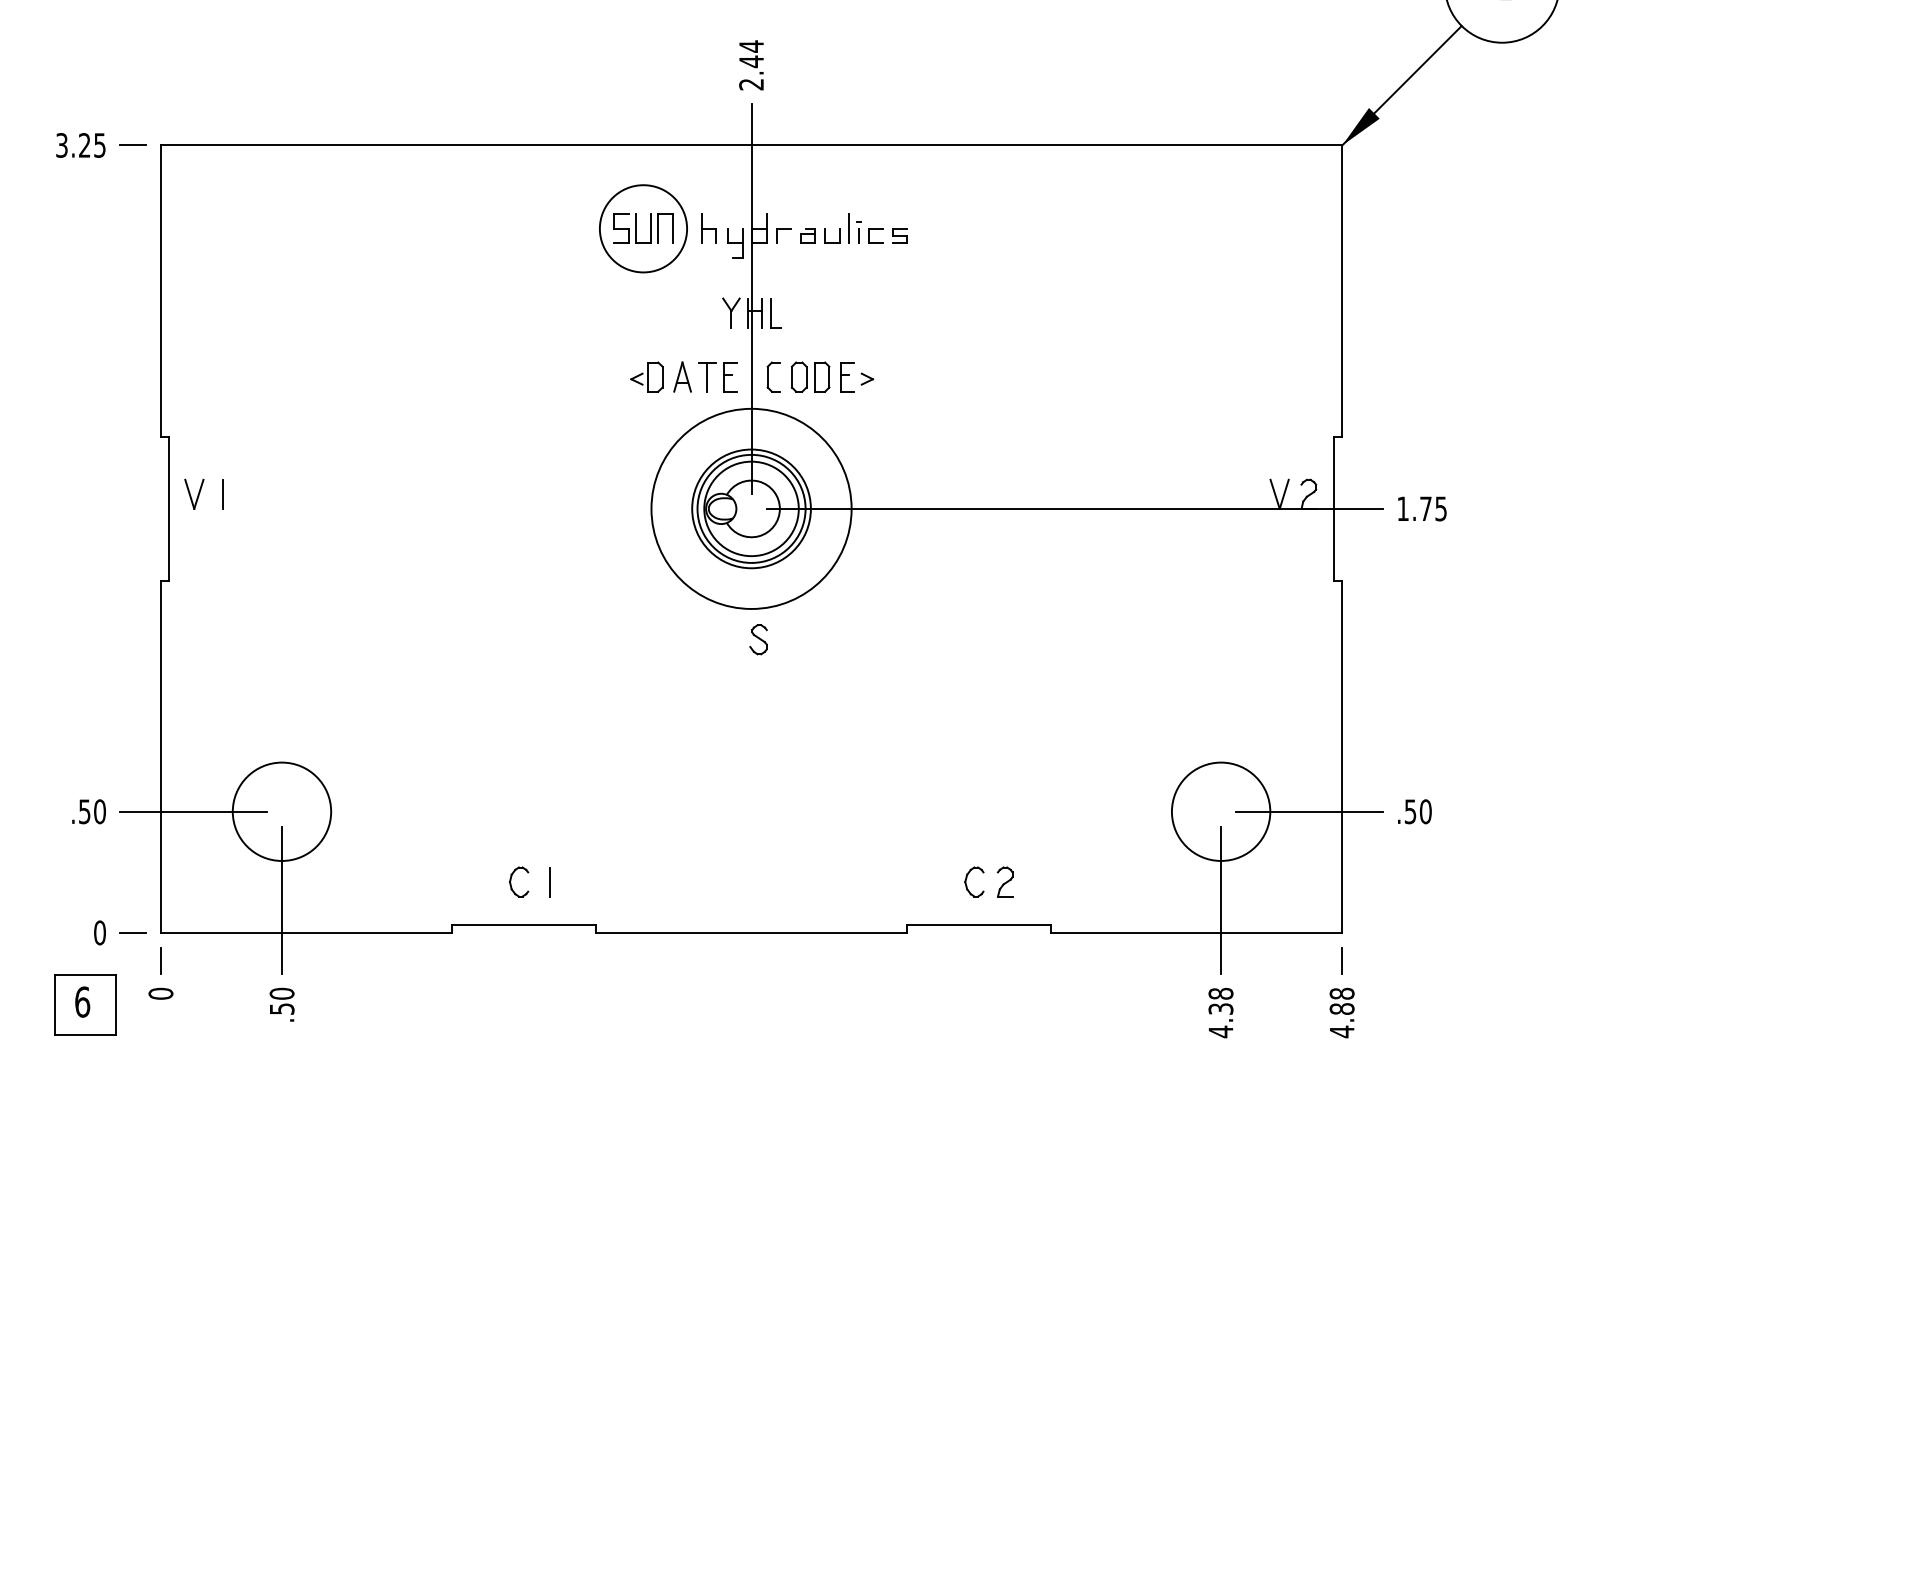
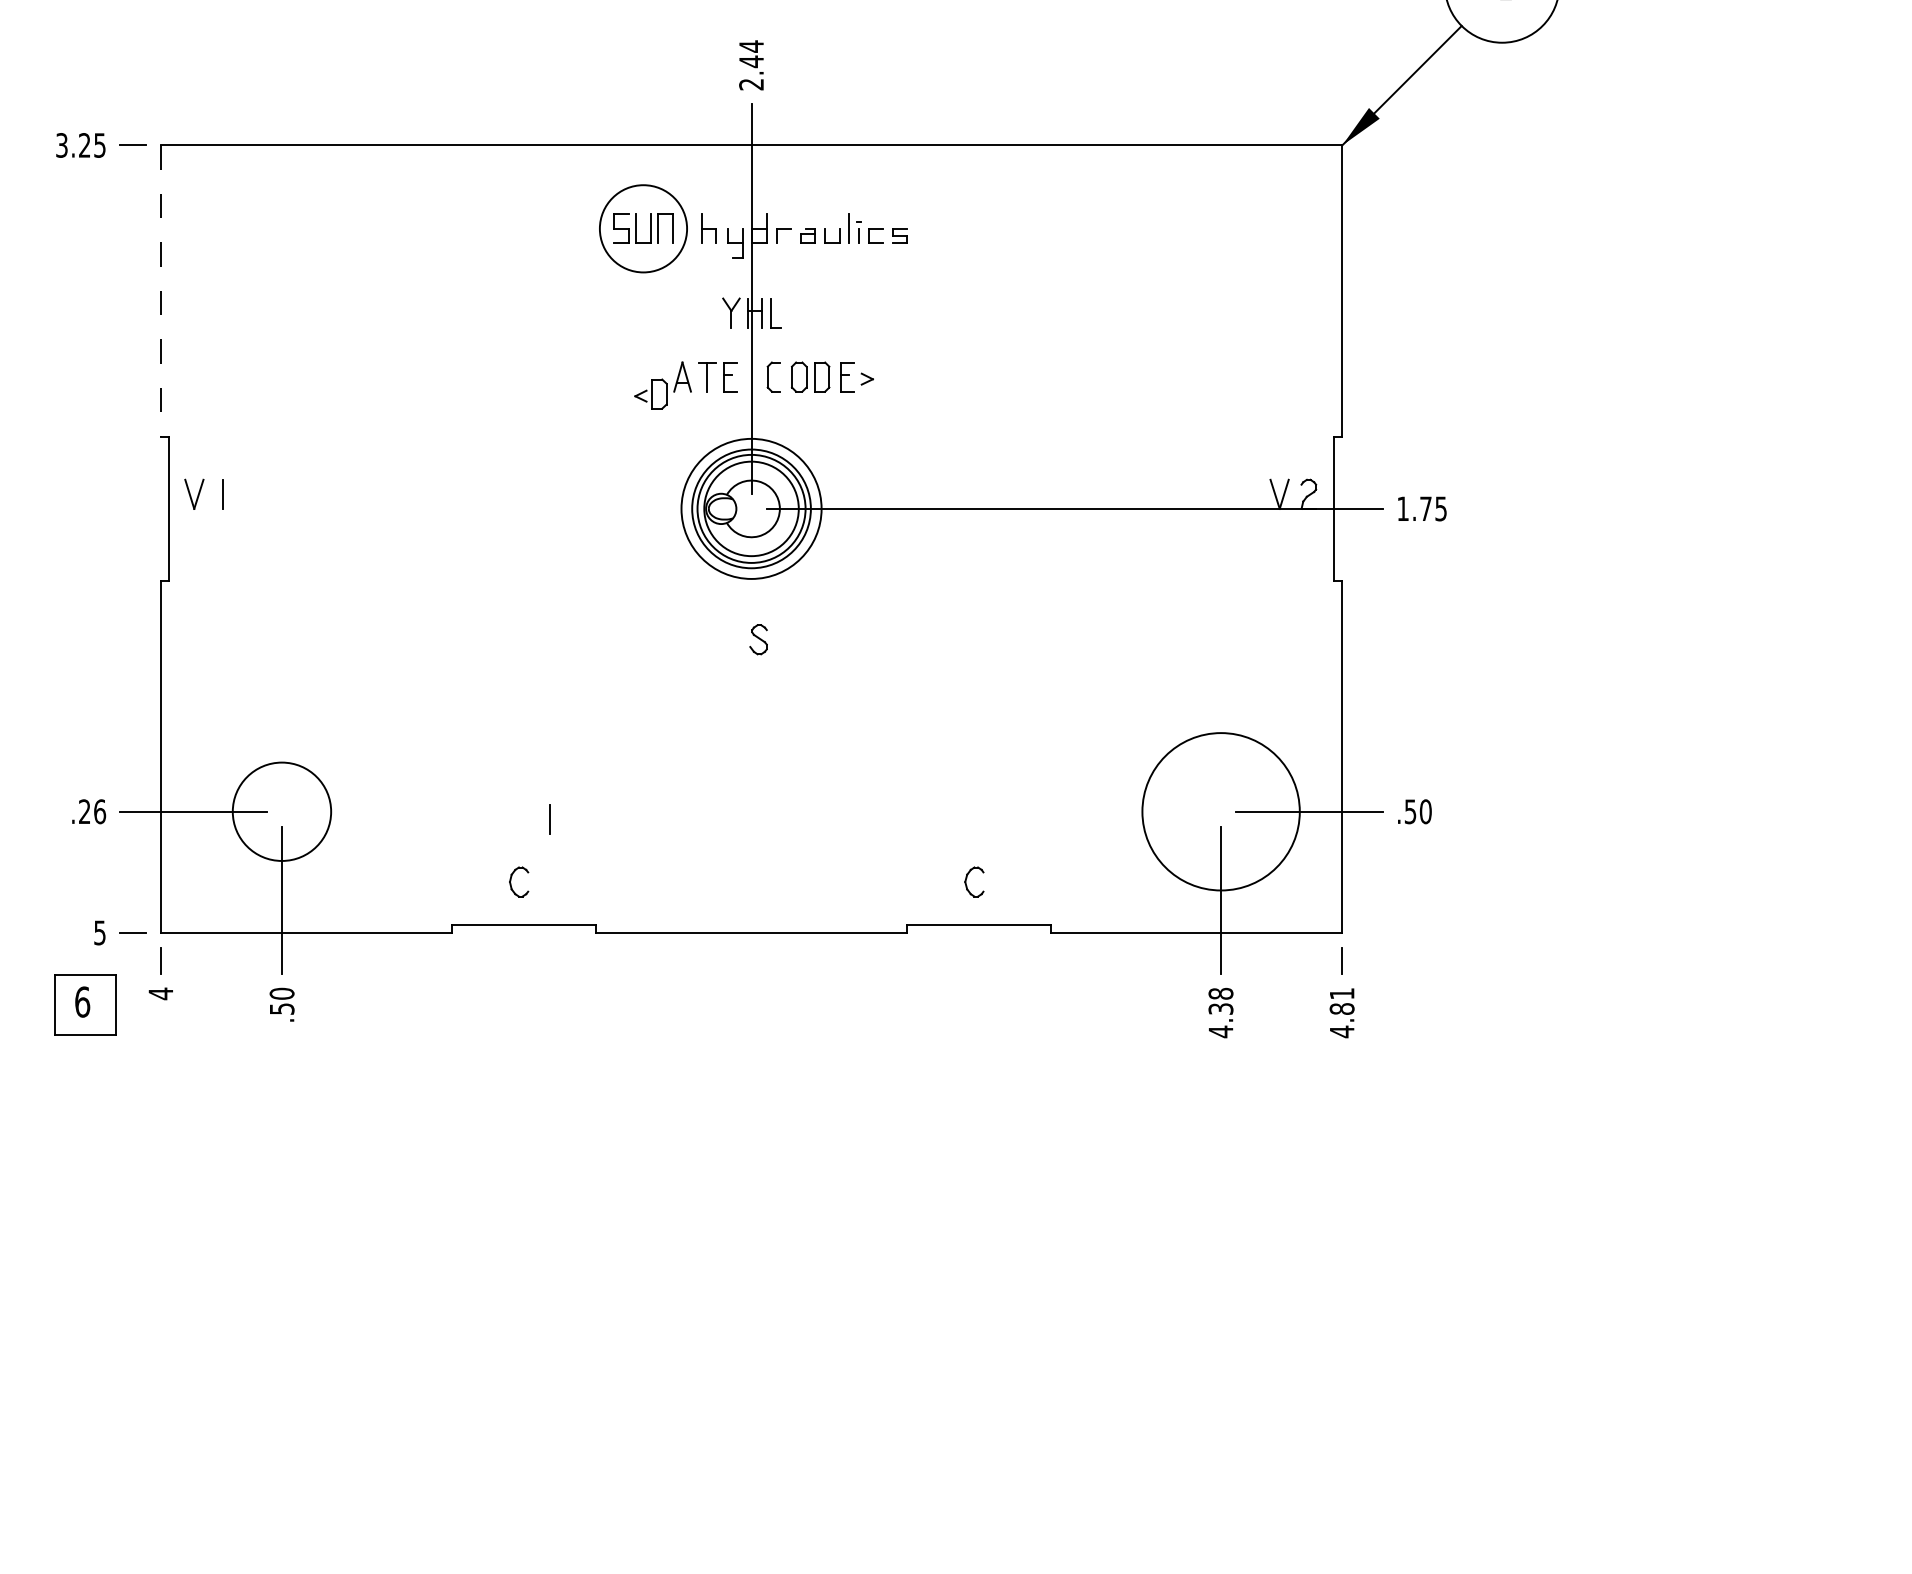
line at (160, 291): solid -> dashed
part at (646, 376) position: (646, 376) -> (650, 393)
circle at (751, 508) diameter: 200 px -> 140 px
text at (92, 811): .50 -> .26
circle at (1220, 811) diameter: 98 px -> 157 px
part at (1004, 881): present -> none
line at (549, 882) position: (549, 882) -> (549, 819)
text at (99, 932): 0 -> 5
text at (160, 993): 0 -> 4
text at (1341, 993): 4.88 -> 4.81
